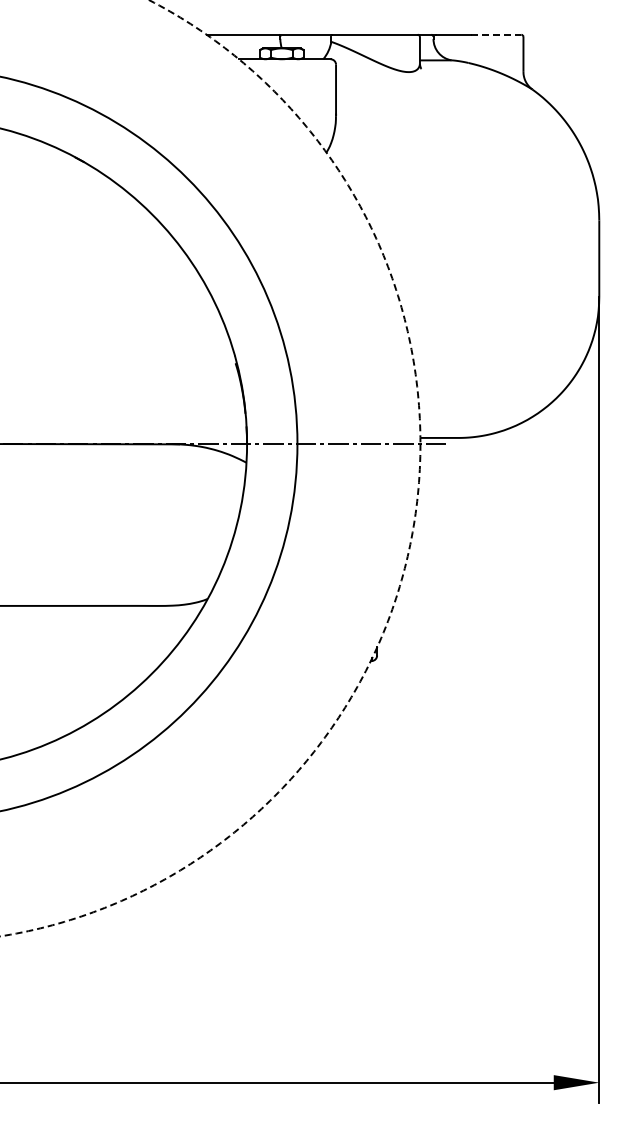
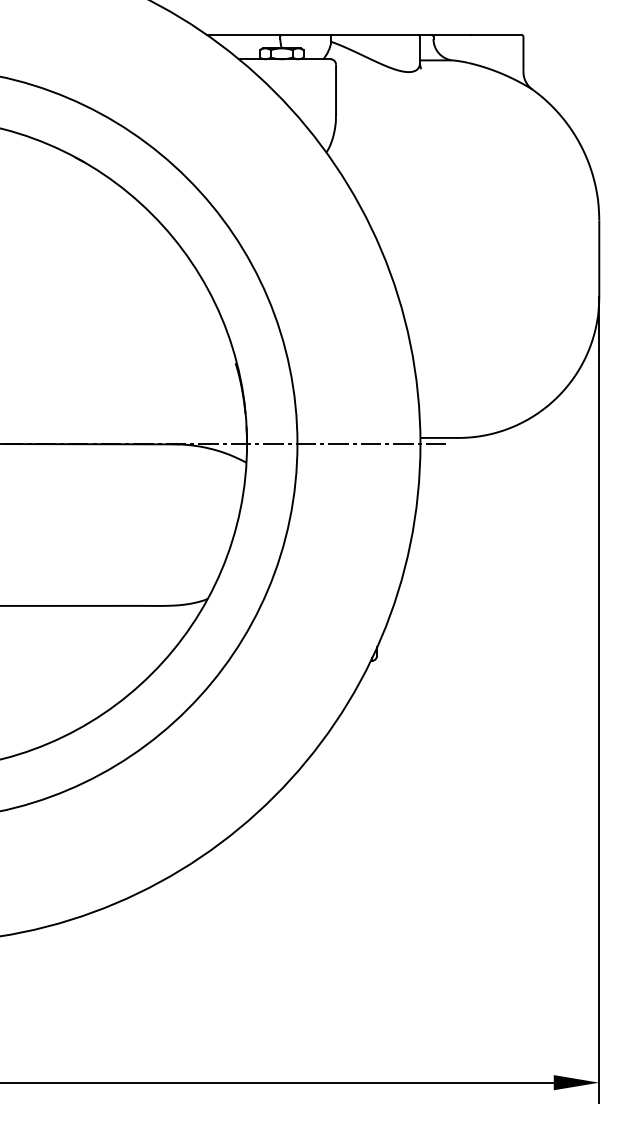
line at (496, 34): dashed -> solid
circle at (210, 468): dashed -> solid
